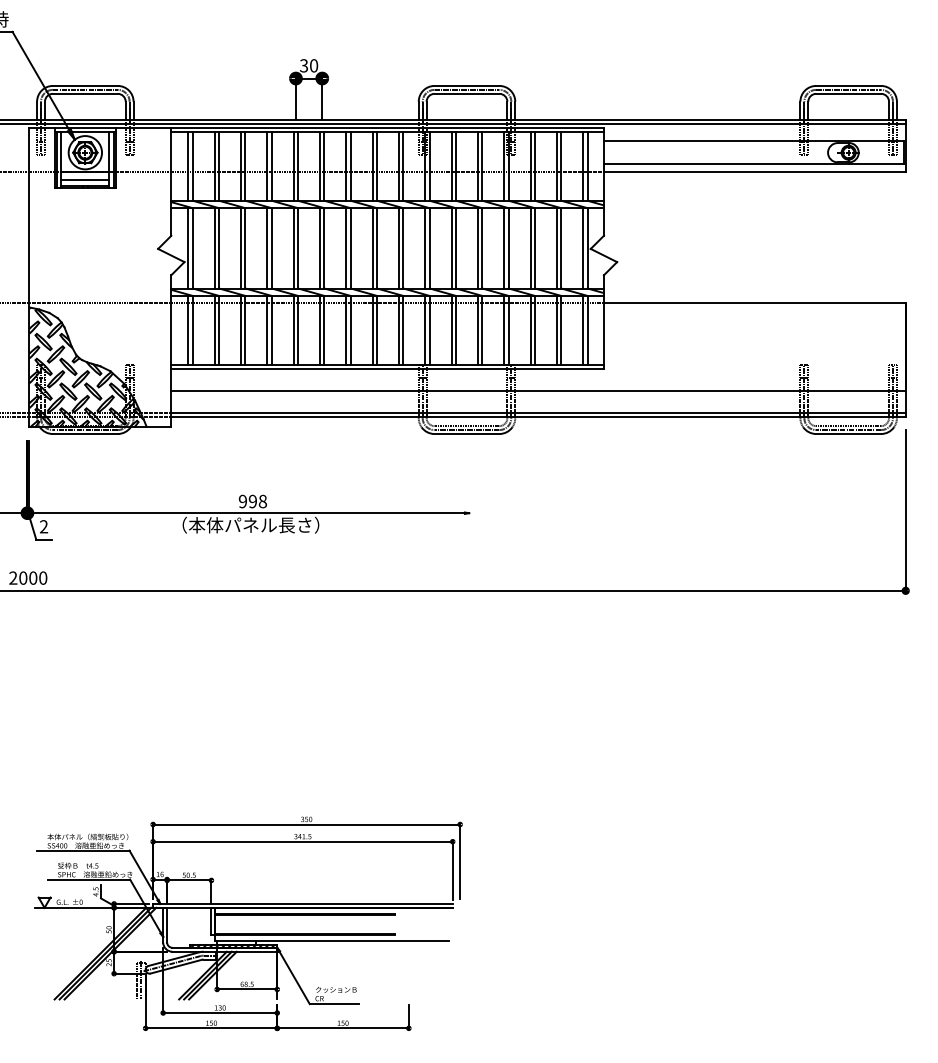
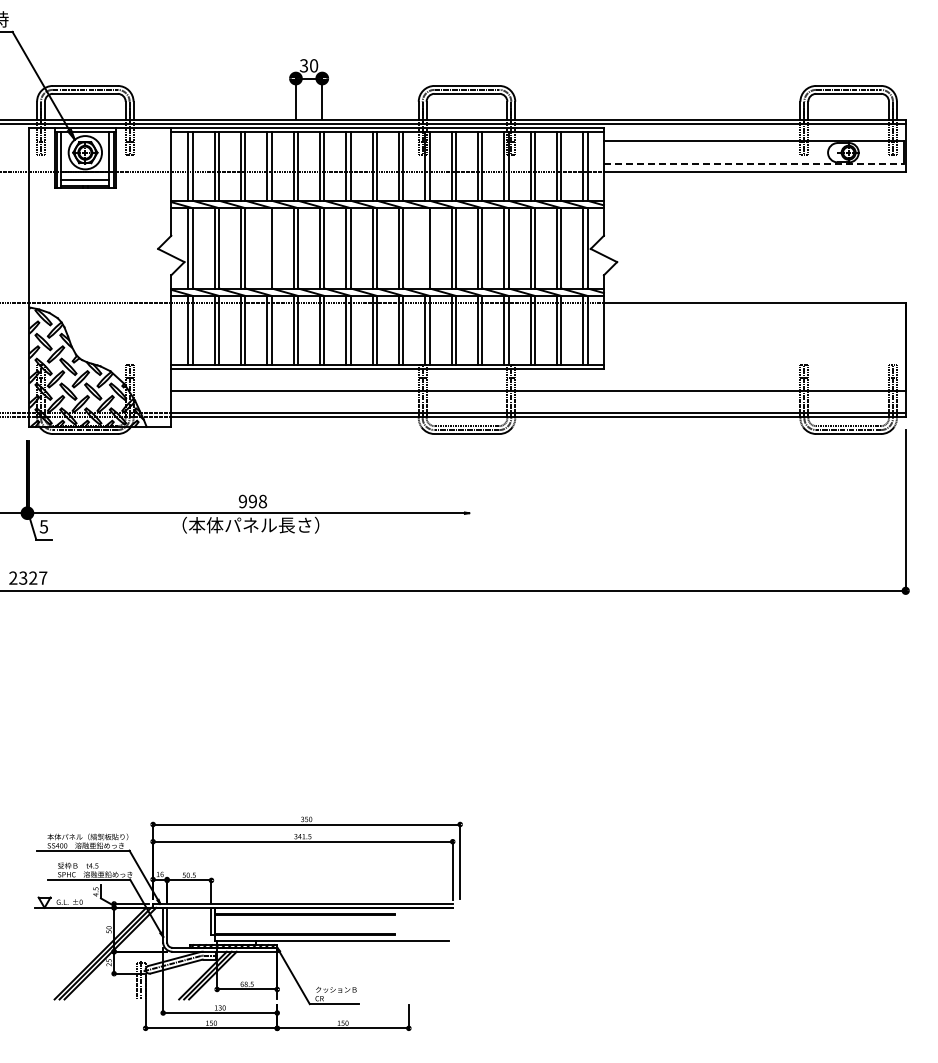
line at (753, 164): solid -> dashed
line at (267, 248): present -> none
line at (425, 248): present -> none
text at (43, 526): 2 -> 5
text at (33, 577): 2000 -> 2327
